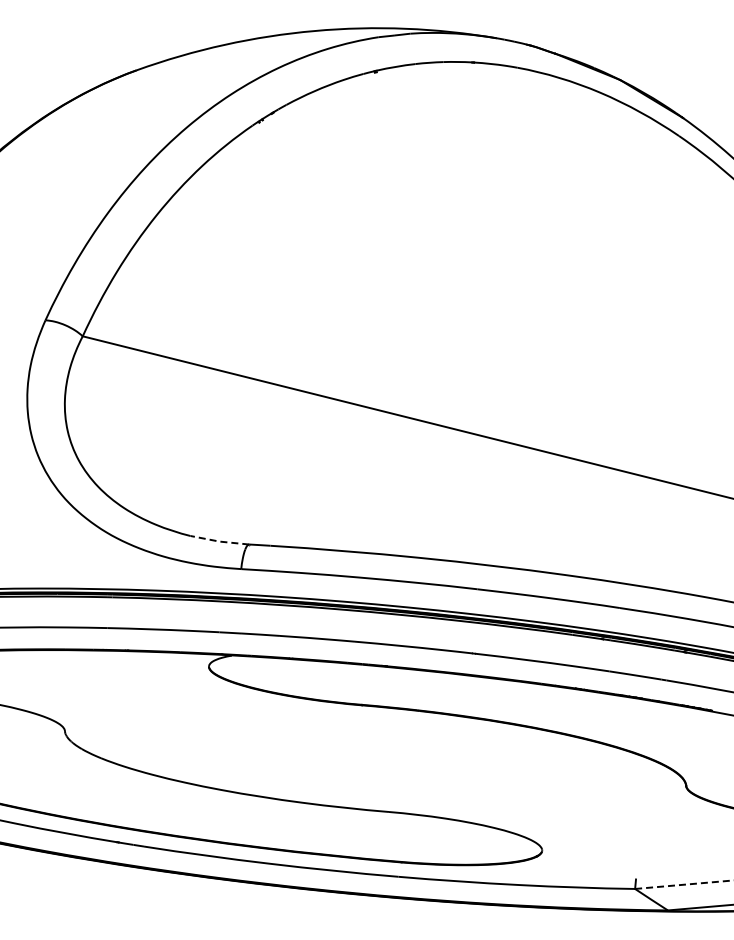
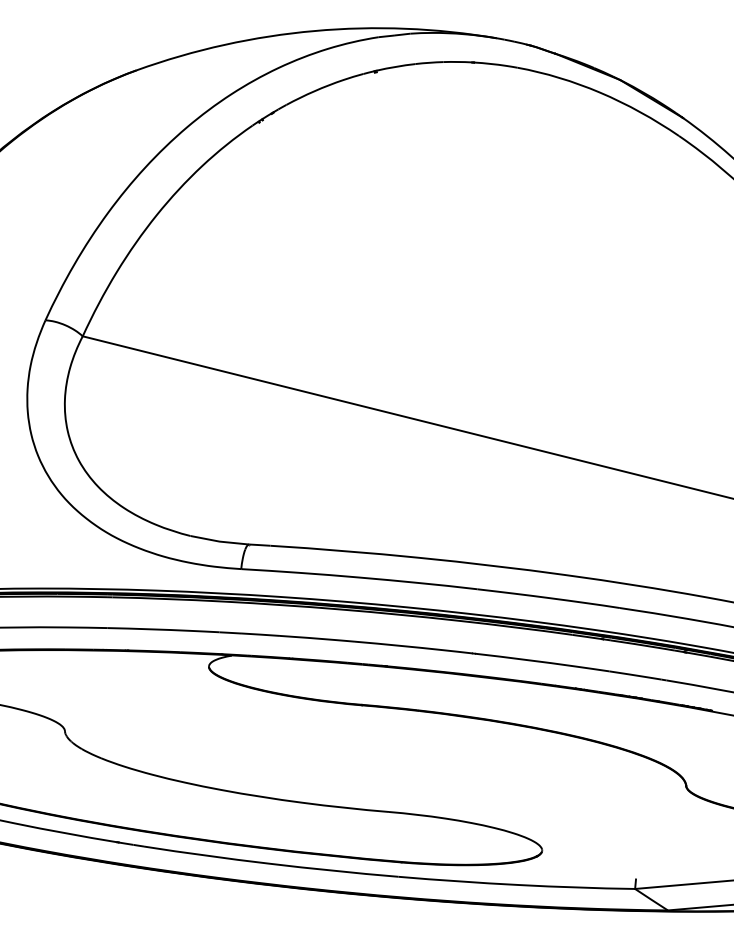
line at (219, 541): dashed -> solid
line at (684, 884): dashed -> solid
